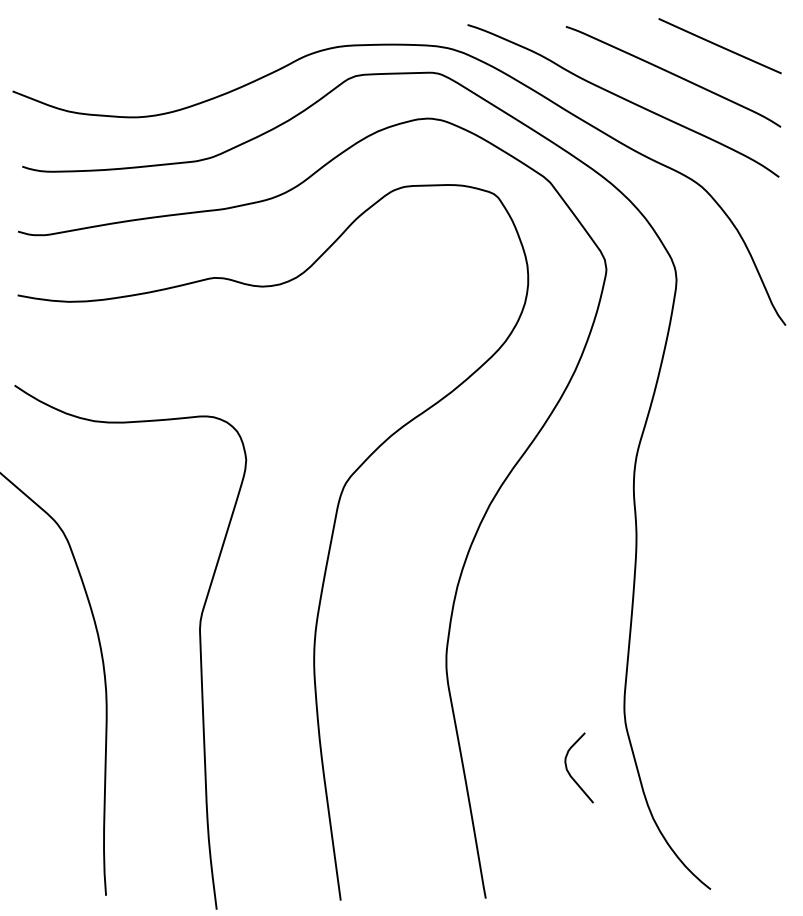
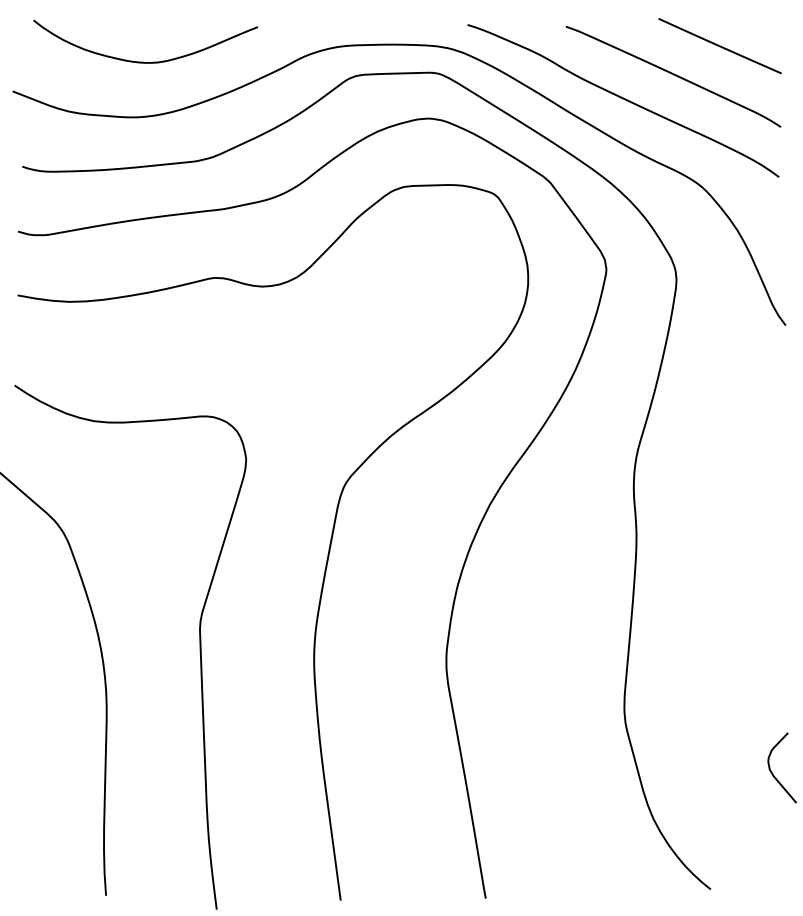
curve at (143, 61): none -> present
curve at (570, 773) position: (570, 773) -> (773, 773)
